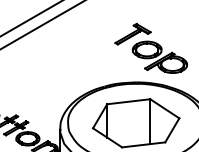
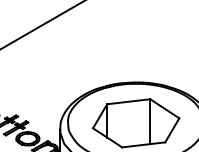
line at (30, 18): present -> none
part at (150, 47): present -> none
